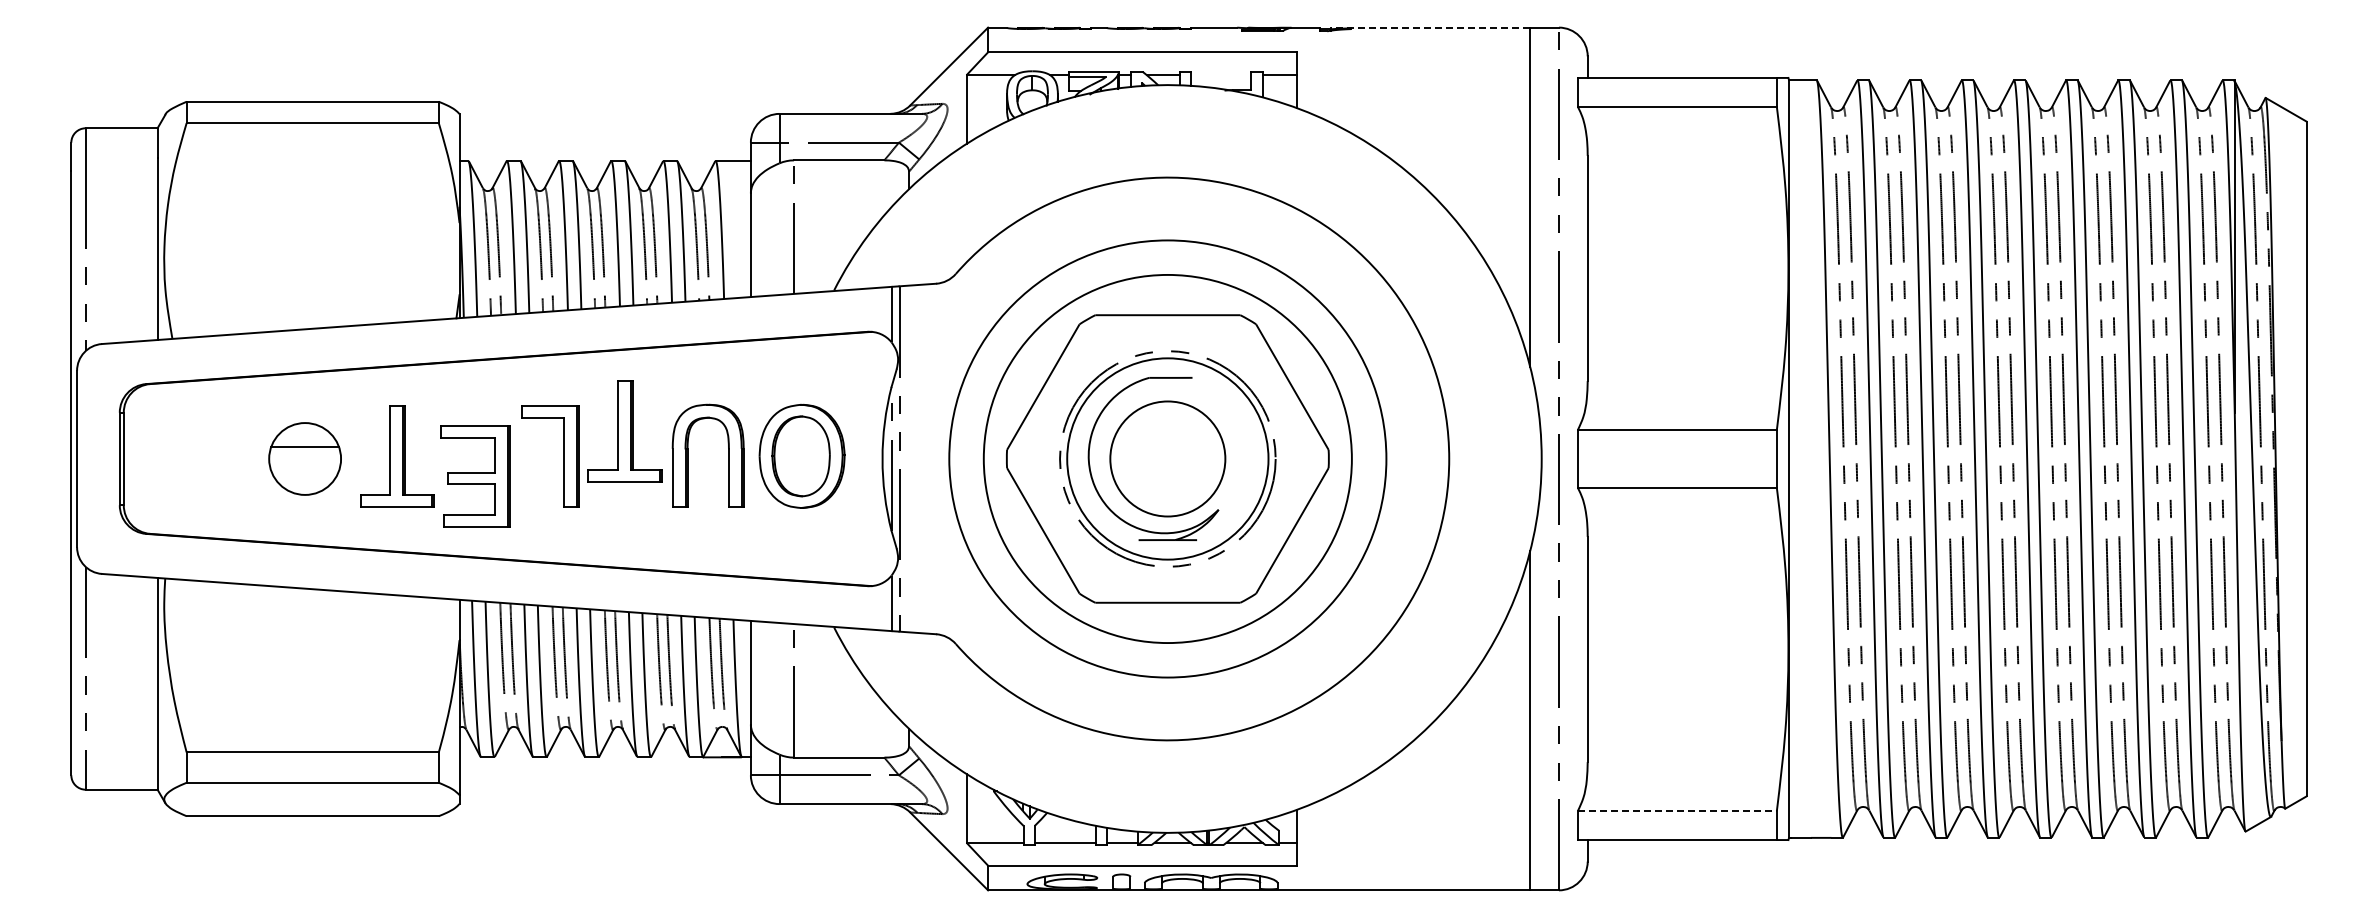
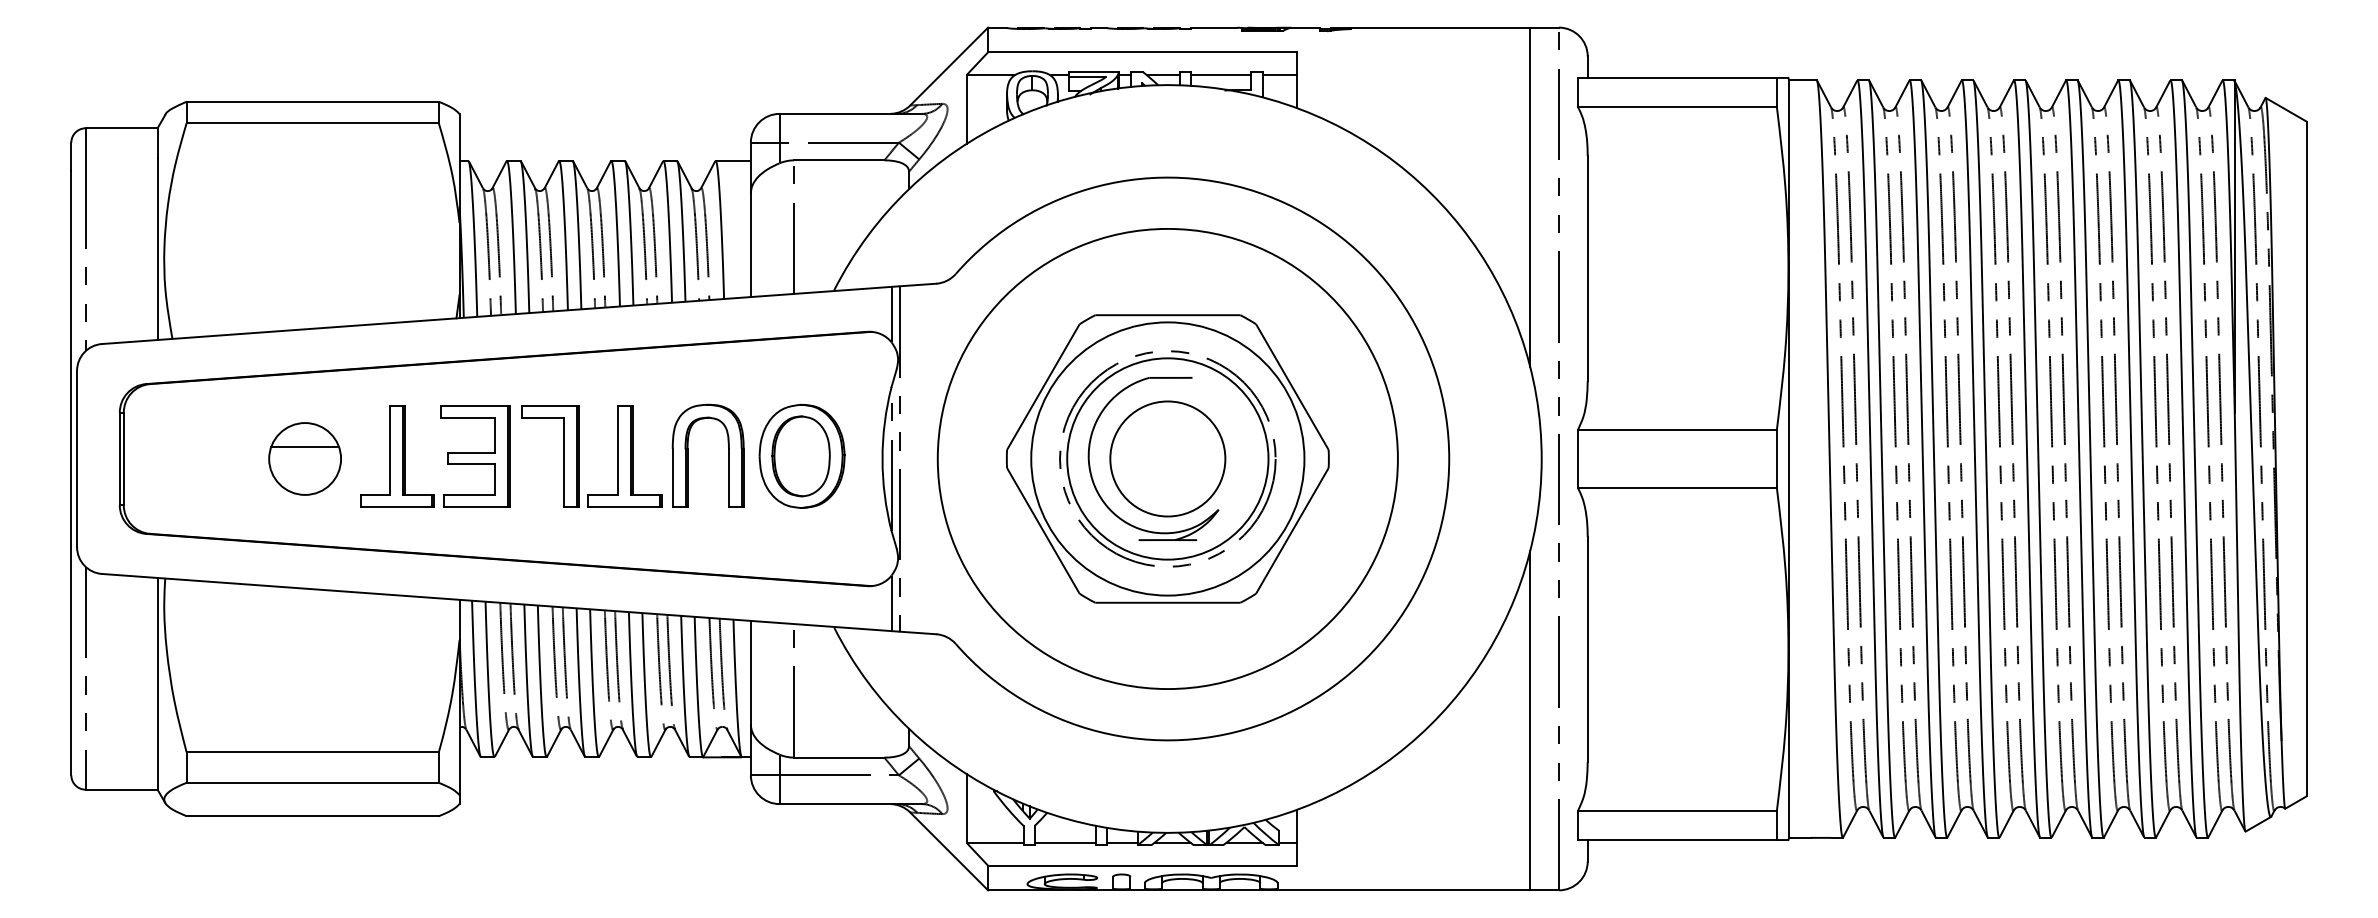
line at (1430, 27): dashed -> solid
line at (1220, 75): none -> present
part at (624, 431) position: (624, 431) -> (624, 456)
circle at (1167, 458) diameter: 368 px -> 460 px
circle at (1167, 458) diameter: 437 px -> 273 px
part at (475, 476) position: (475, 476) -> (475, 456)
line at (1677, 810): dashed -> solid
